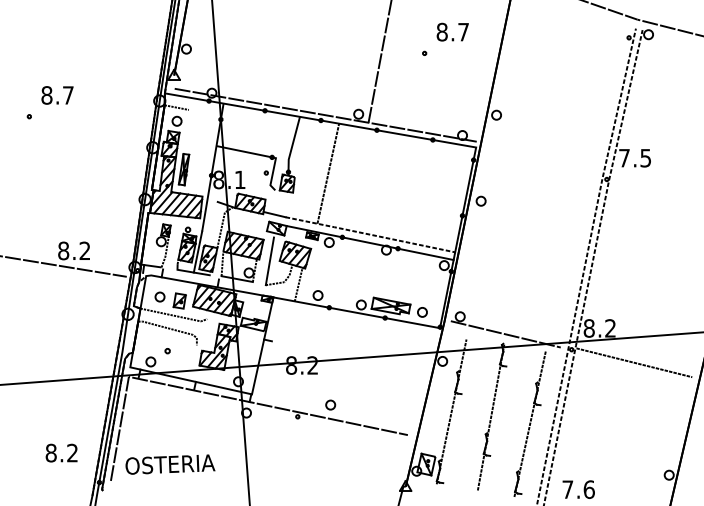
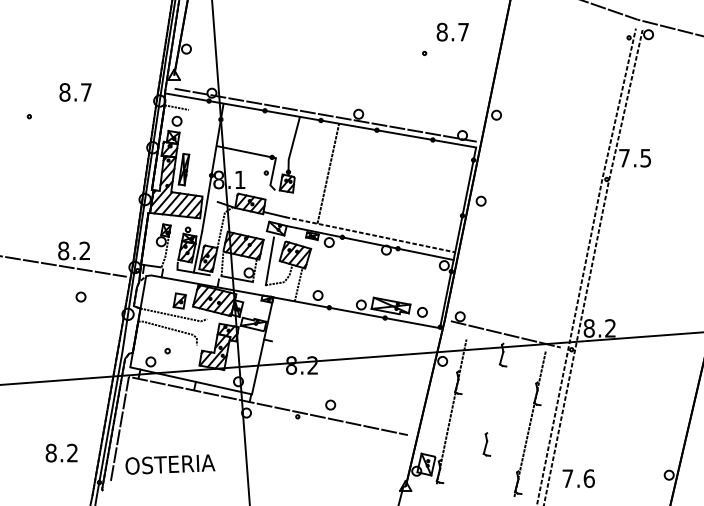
line at (379, 62): present -> none
text at (57, 95) position: (57, 95) -> (75, 92)
part at (159, 296) position: (159, 296) -> (80, 296)
line at (634, 362): present -> none
line at (490, 417): present -> none
text at (578, 489) position: (578, 489) -> (578, 478)
